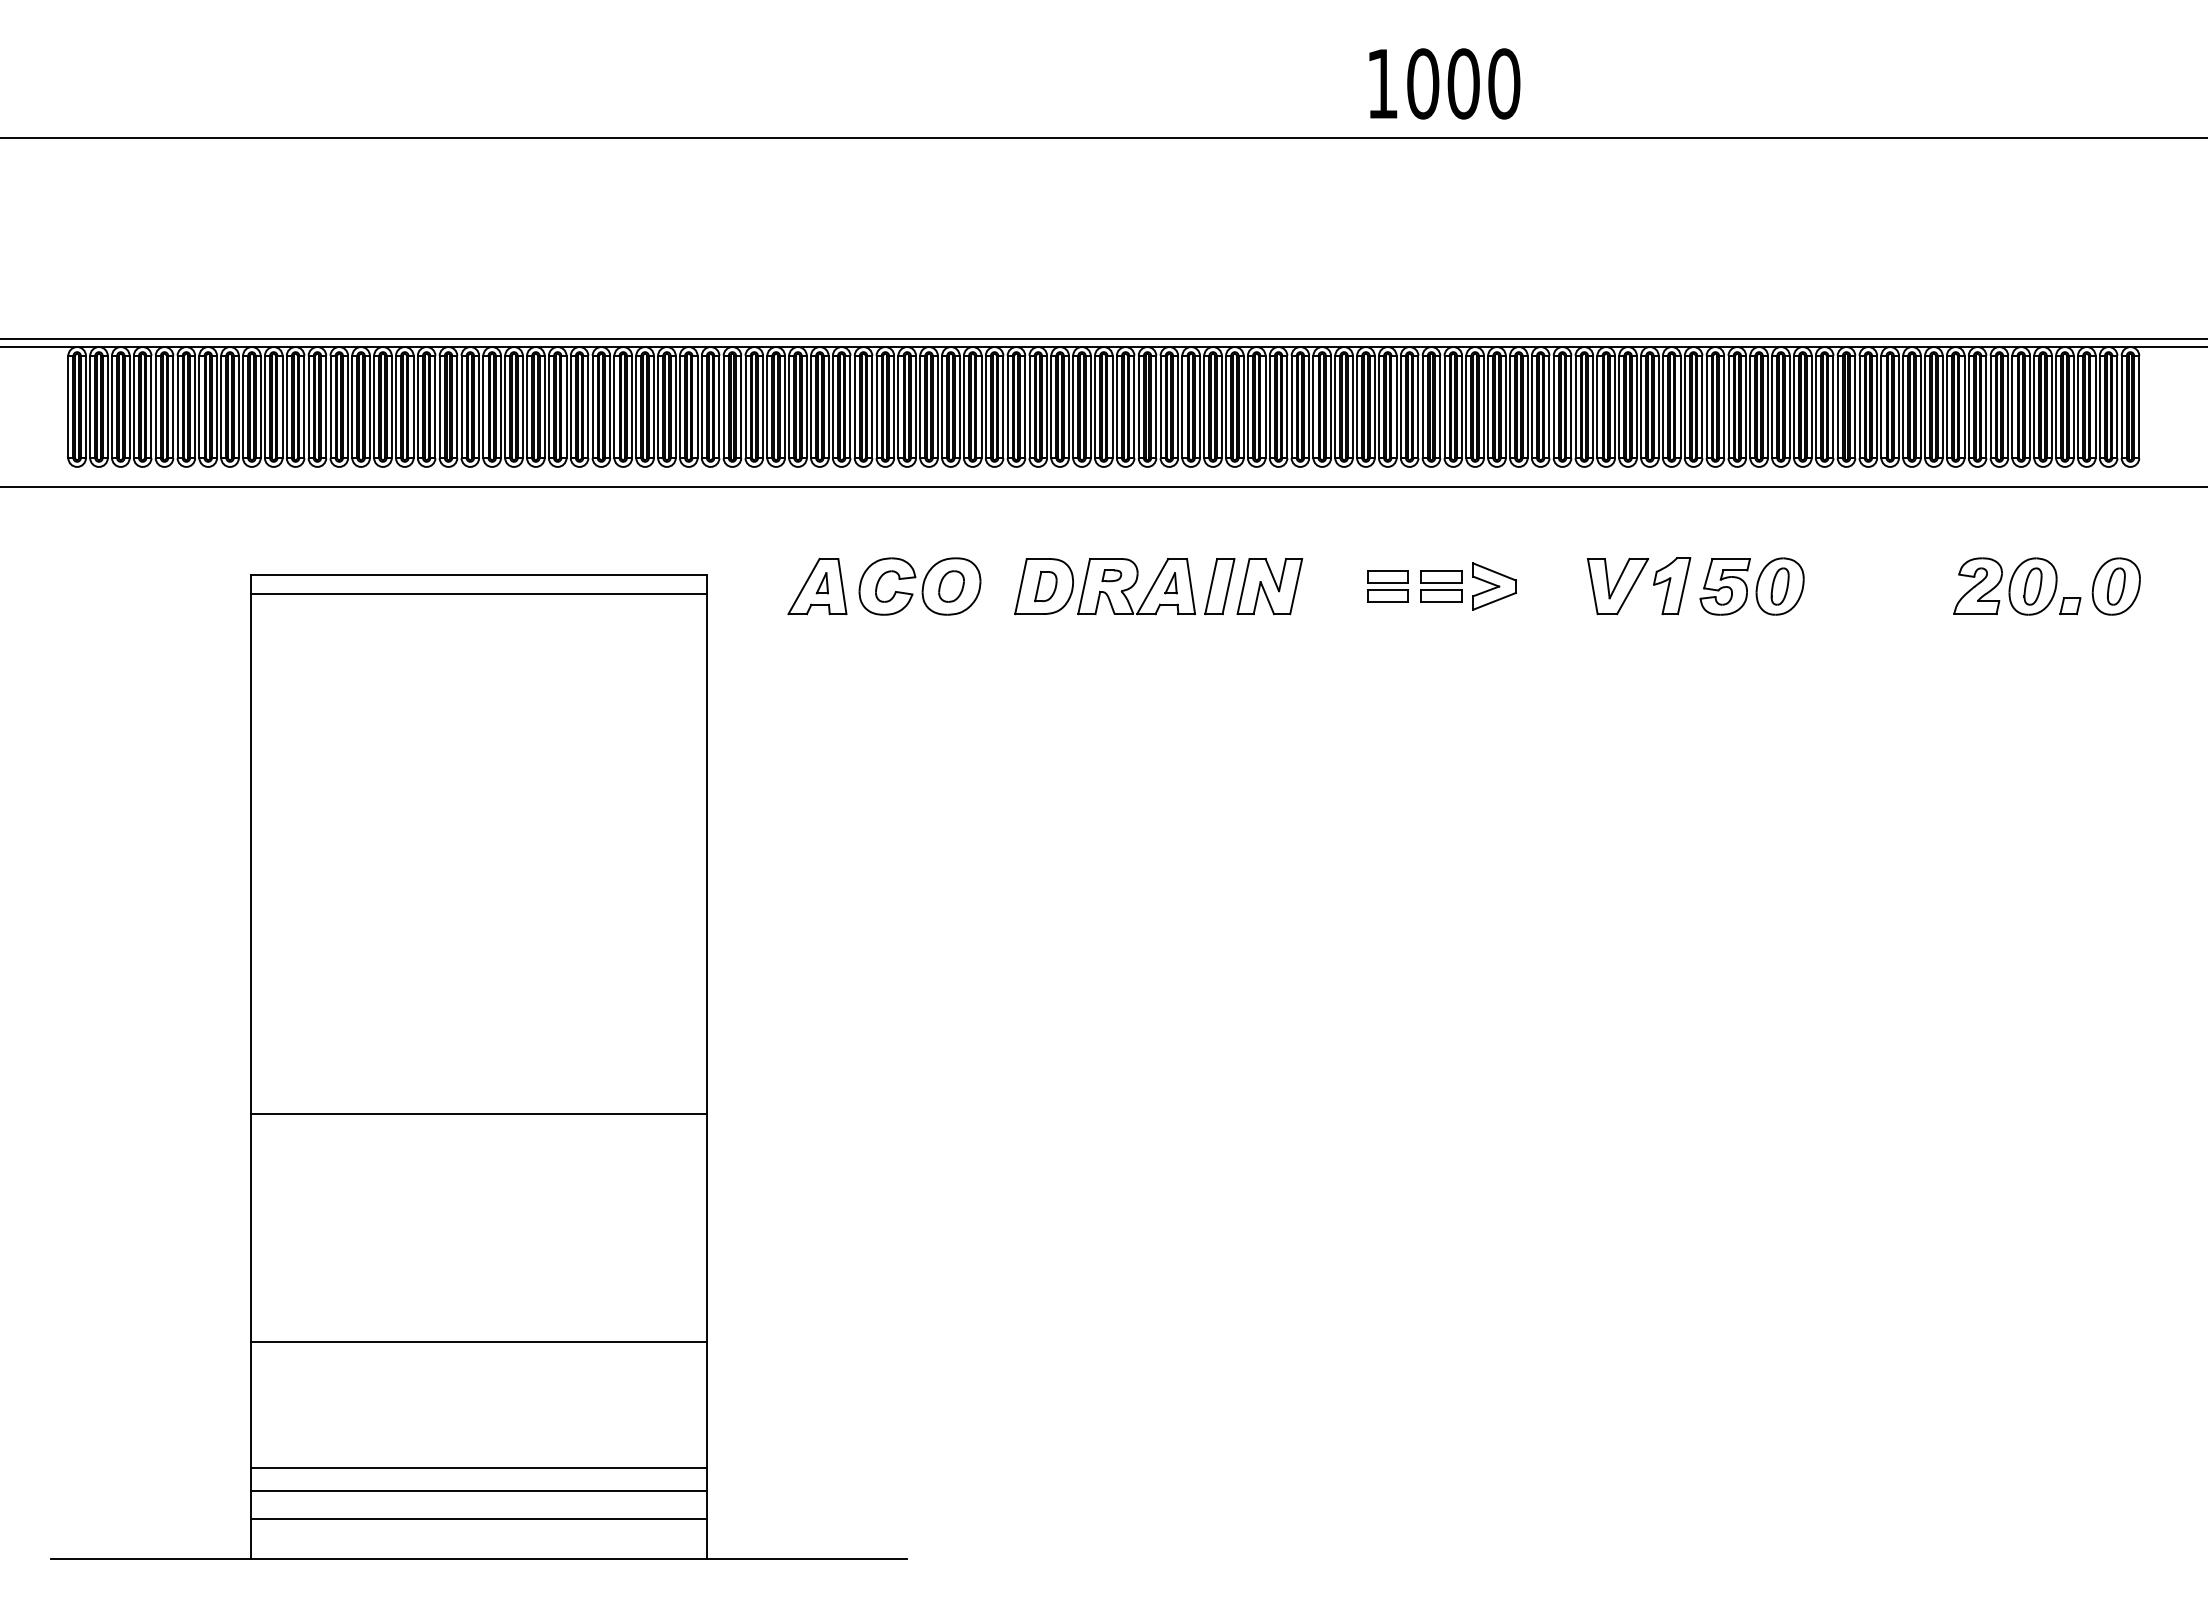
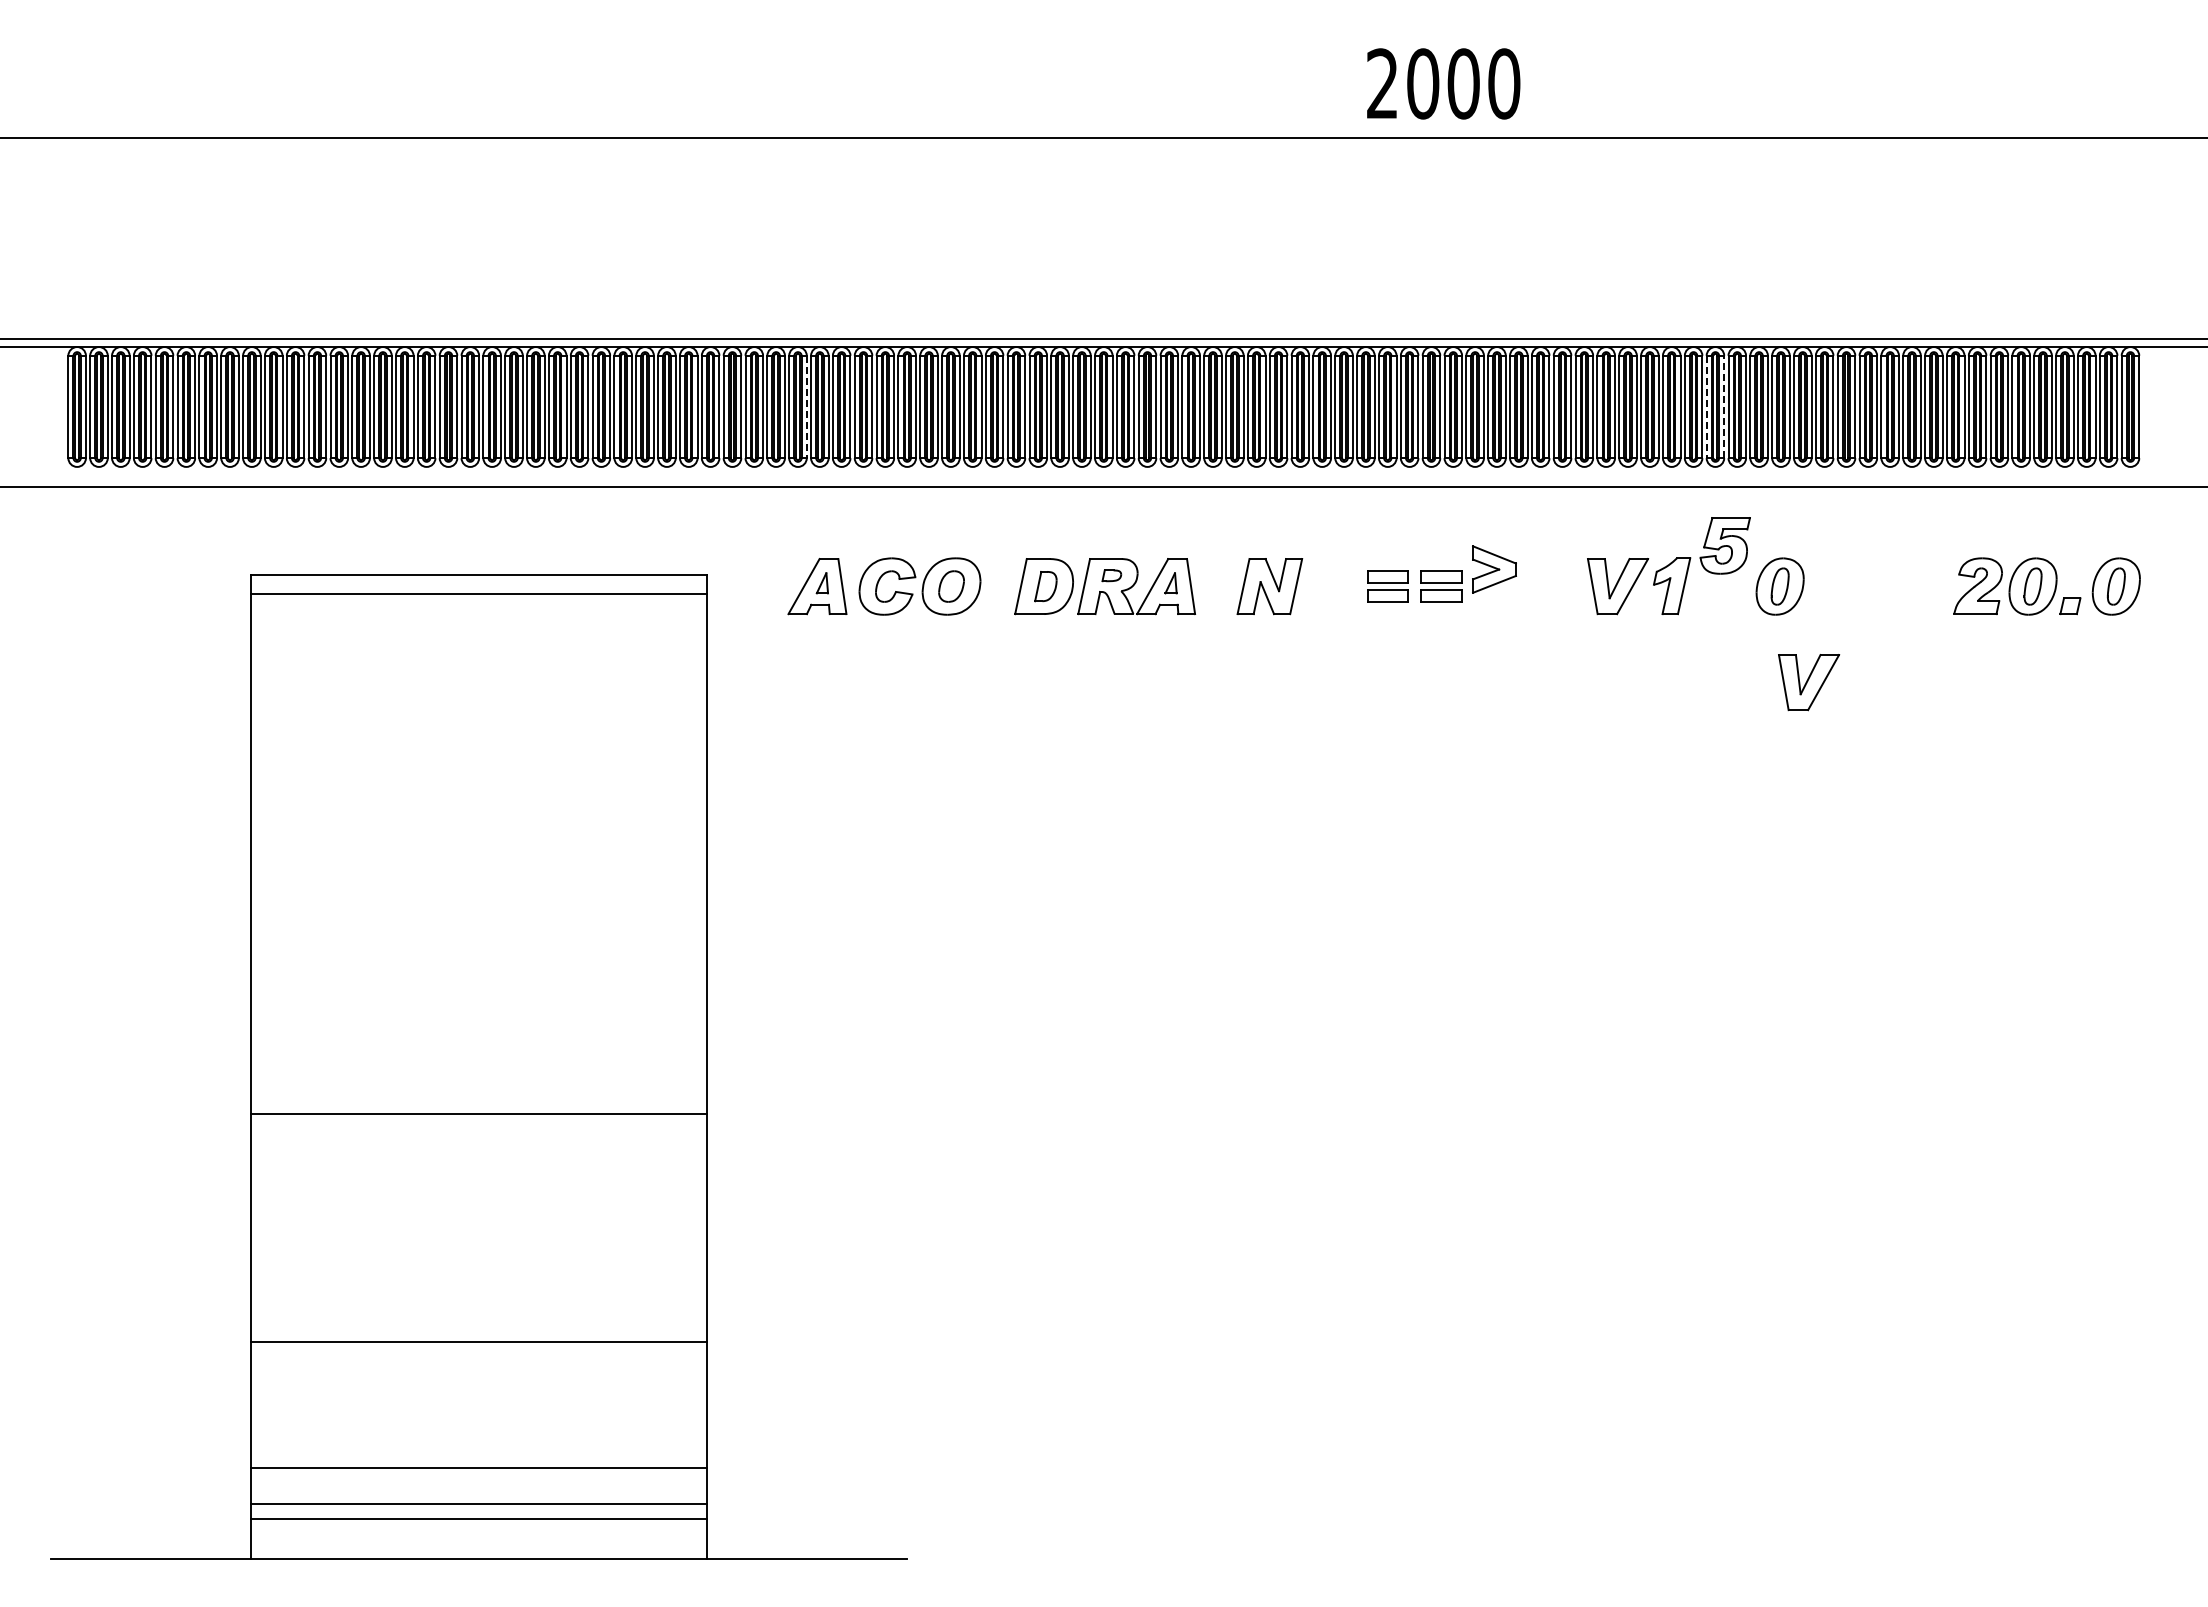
text at (1382, 83): 1000 -> 2000
line at (1724, 406): solid -> dashed
line at (806, 407): solid -> dashed
line at (1706, 407): solid -> dashed
part at (1219, 586): present -> none
part at (1494, 586) position: (1494, 586) -> (1494, 569)
part at (1724, 586) position: (1724, 586) -> (1724, 545)
part at (1809, 682): none -> present
line at (478, 1490) position: (478, 1490) -> (478, 1503)
